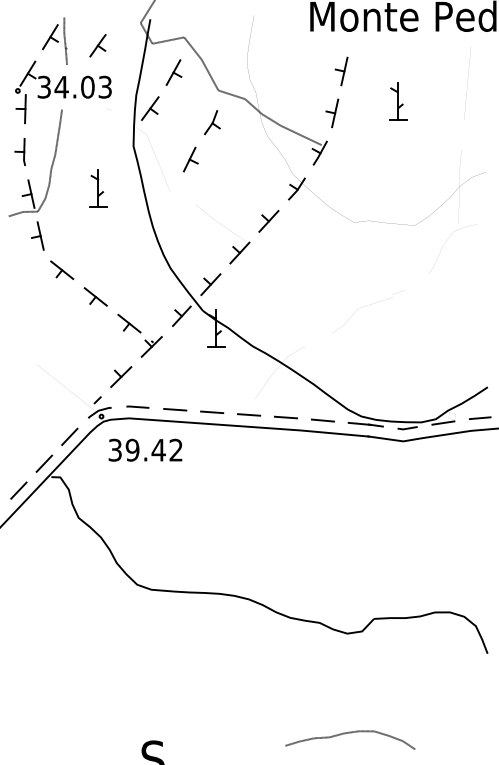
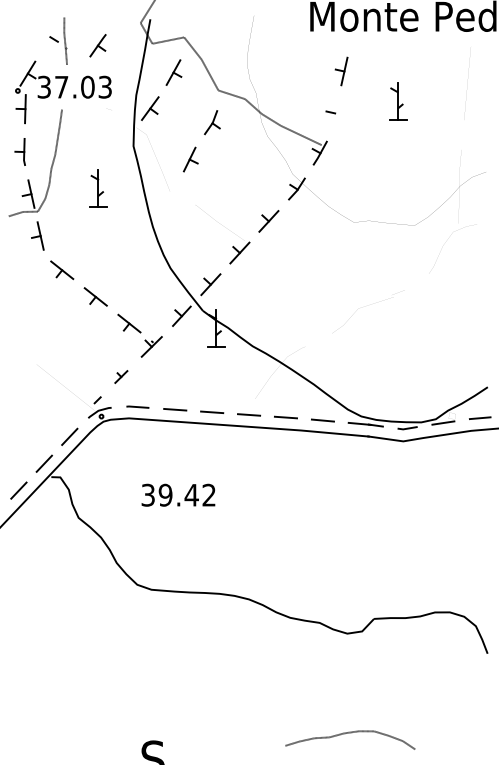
line at (49, 37): present -> none
text at (61, 87): 34.03 -> 37.03
line at (335, 113): present -> none
part at (121, 376) size: 23x22 px -> 15x14 px
text at (145, 449) position: (145, 449) -> (178, 494)
